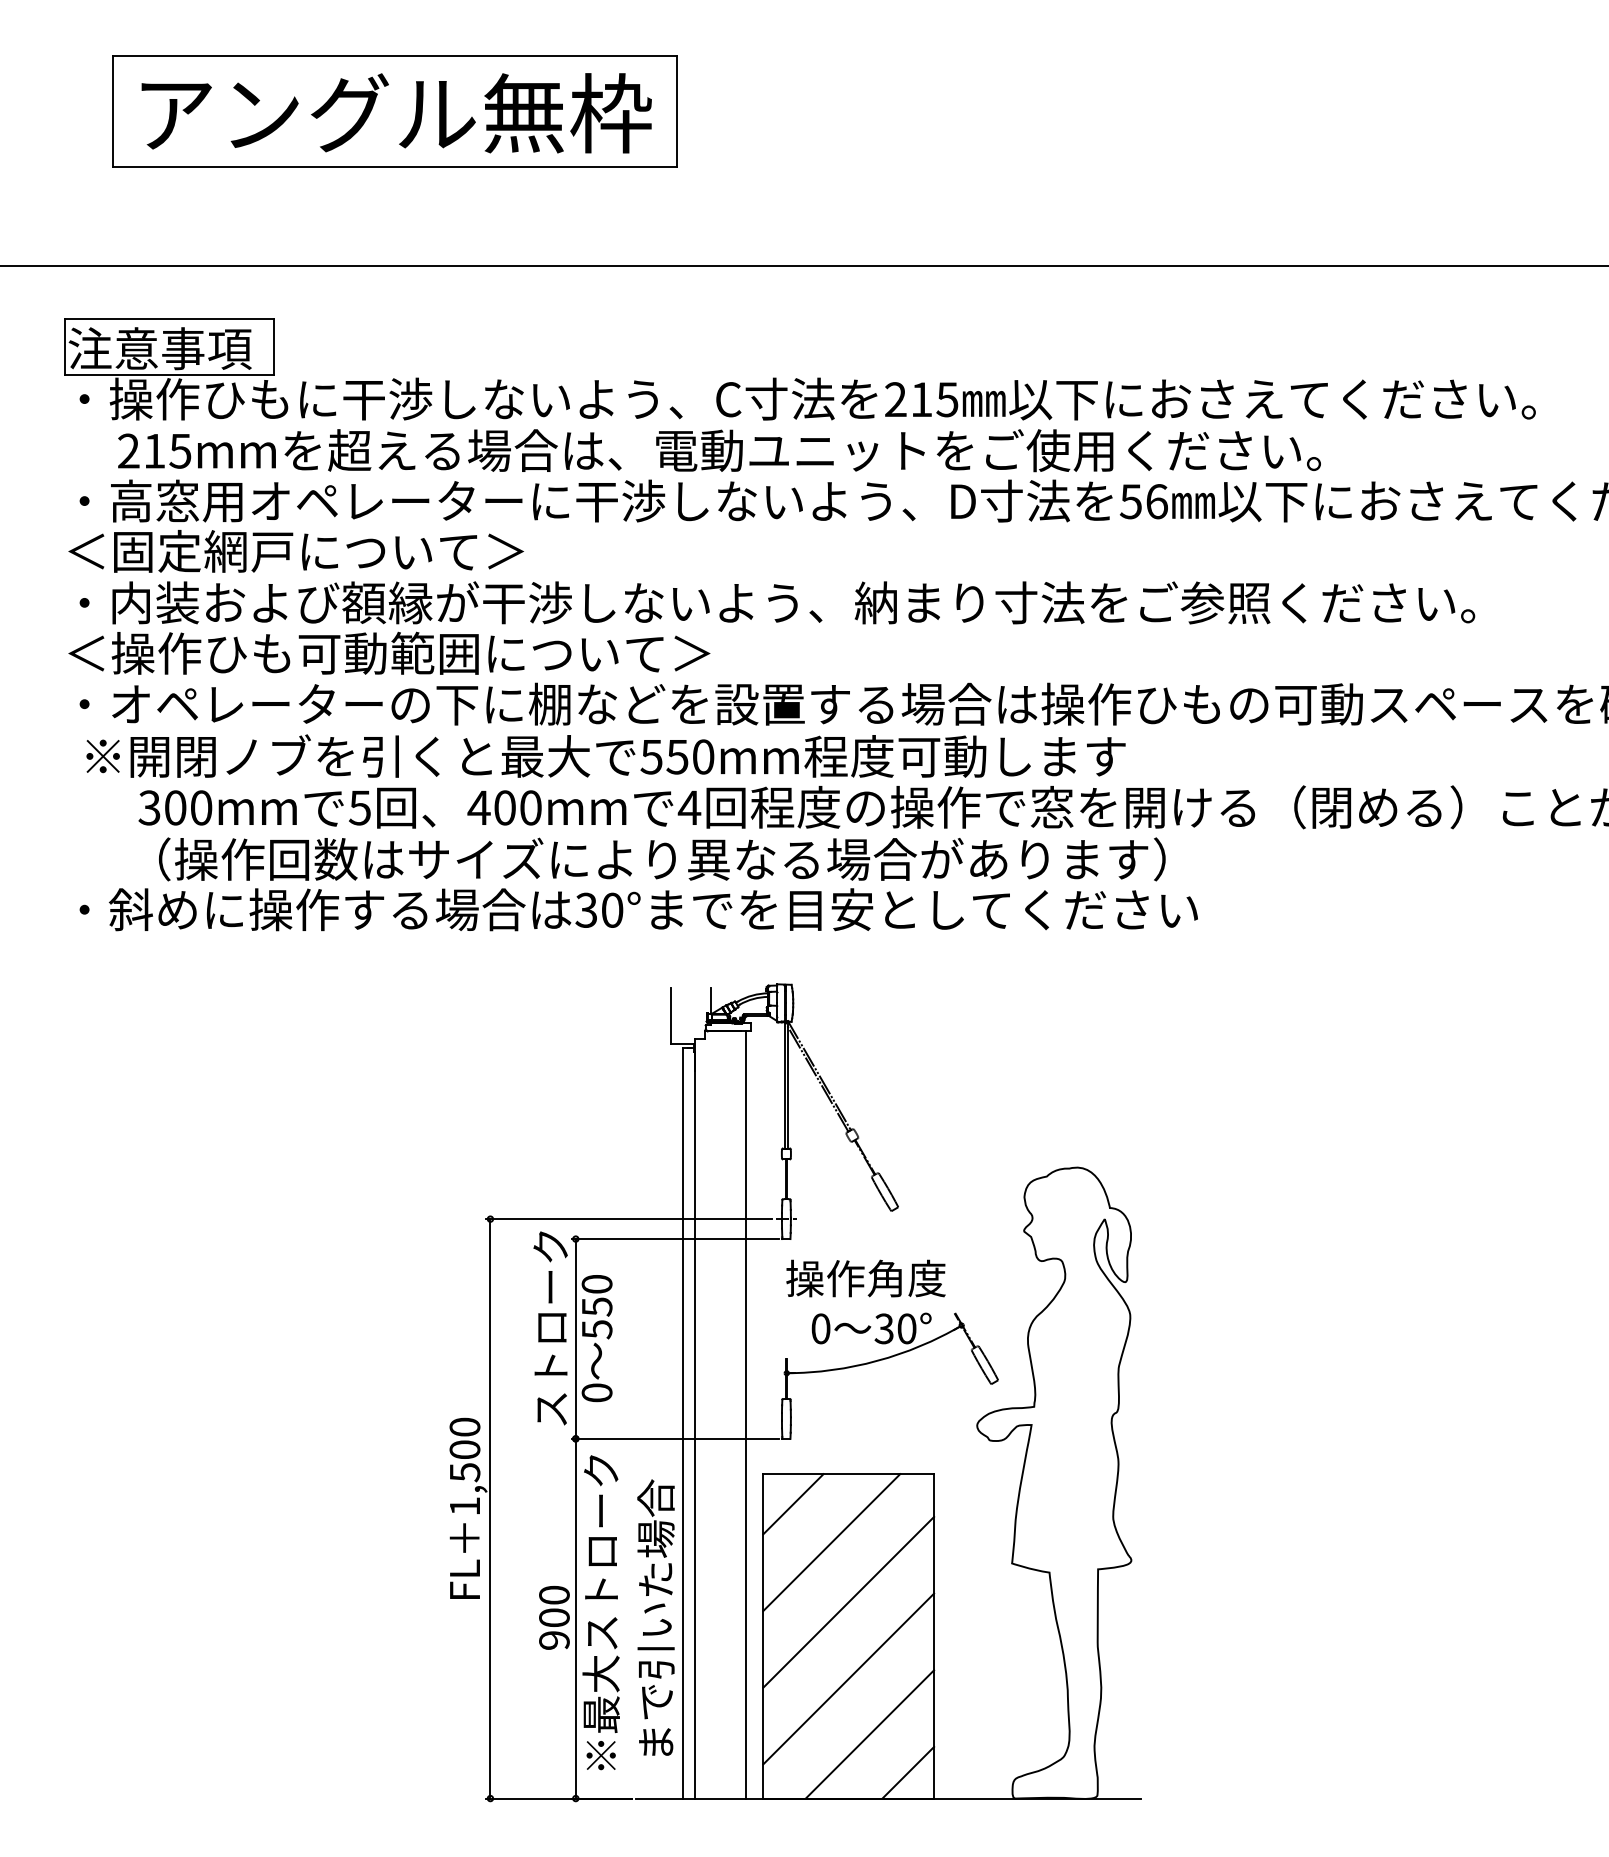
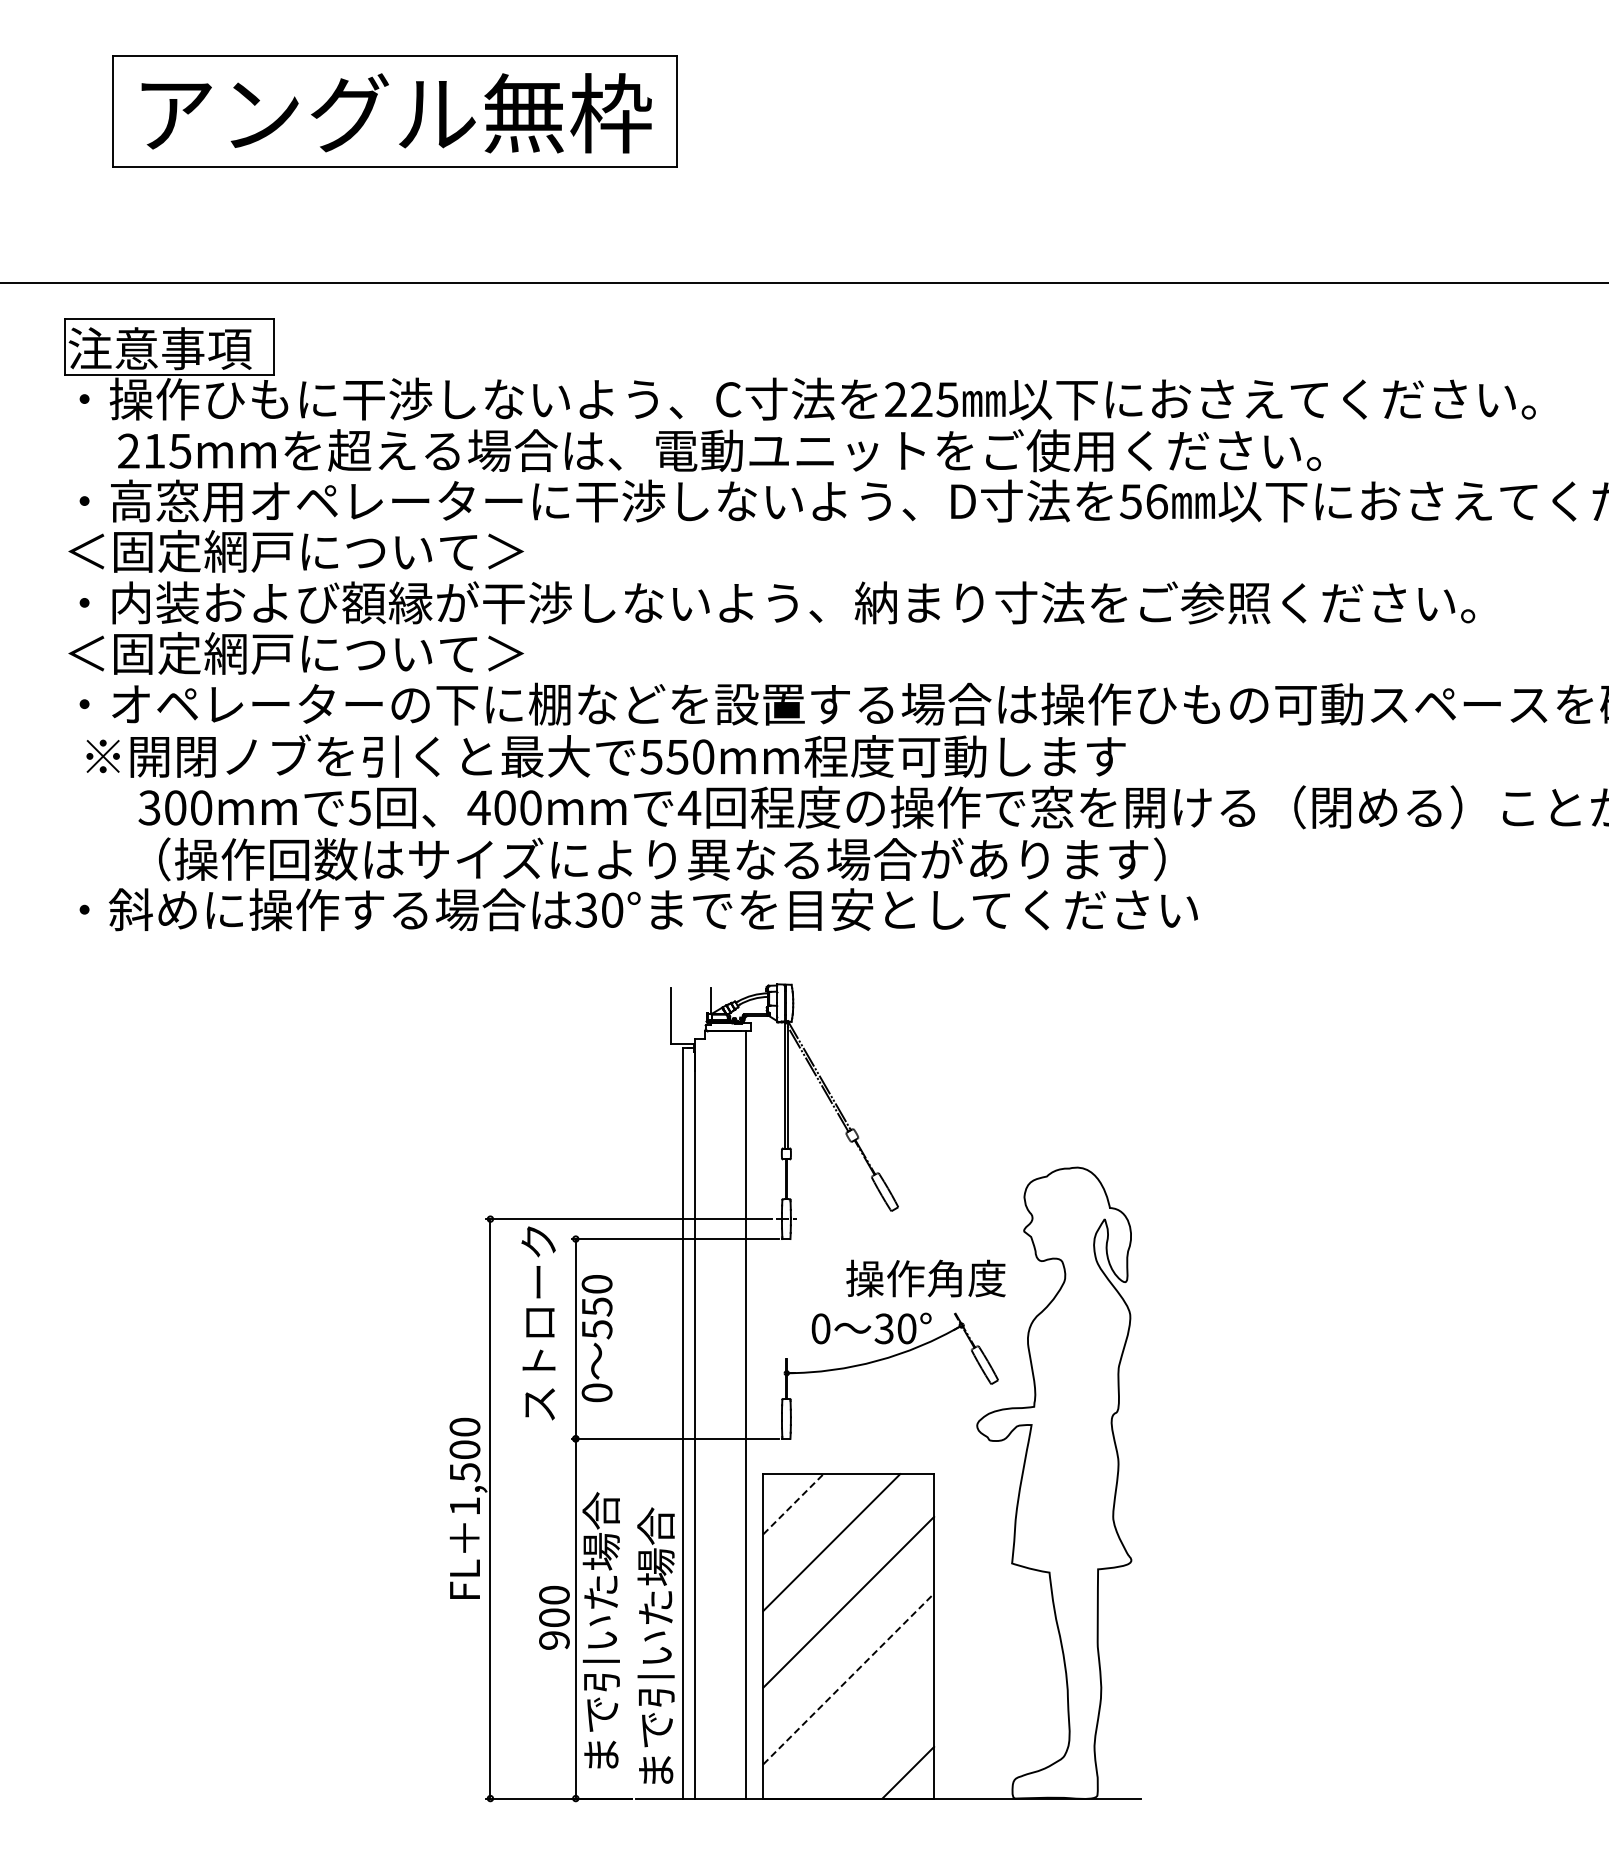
line at (803, 266) position: (803, 266) -> (803, 283)
text at (921, 399): 215 -> 225
text at (410, 652): ＜操作ひも可動範囲について＞ -> ＜固定網戸について＞
text at (865, 1278) position: (865, 1278) -> (925, 1278)
text at (550, 1328) position: (550, 1328) -> (538, 1323)
line at (793, 1504): solid -> dashed
text at (600, 1612): ※最大ストローク -> まで引いた場合
text at (655, 1617) position: (655, 1617) -> (655, 1645)
line at (848, 1678): solid -> dashed
line at (869, 1734): present -> none
